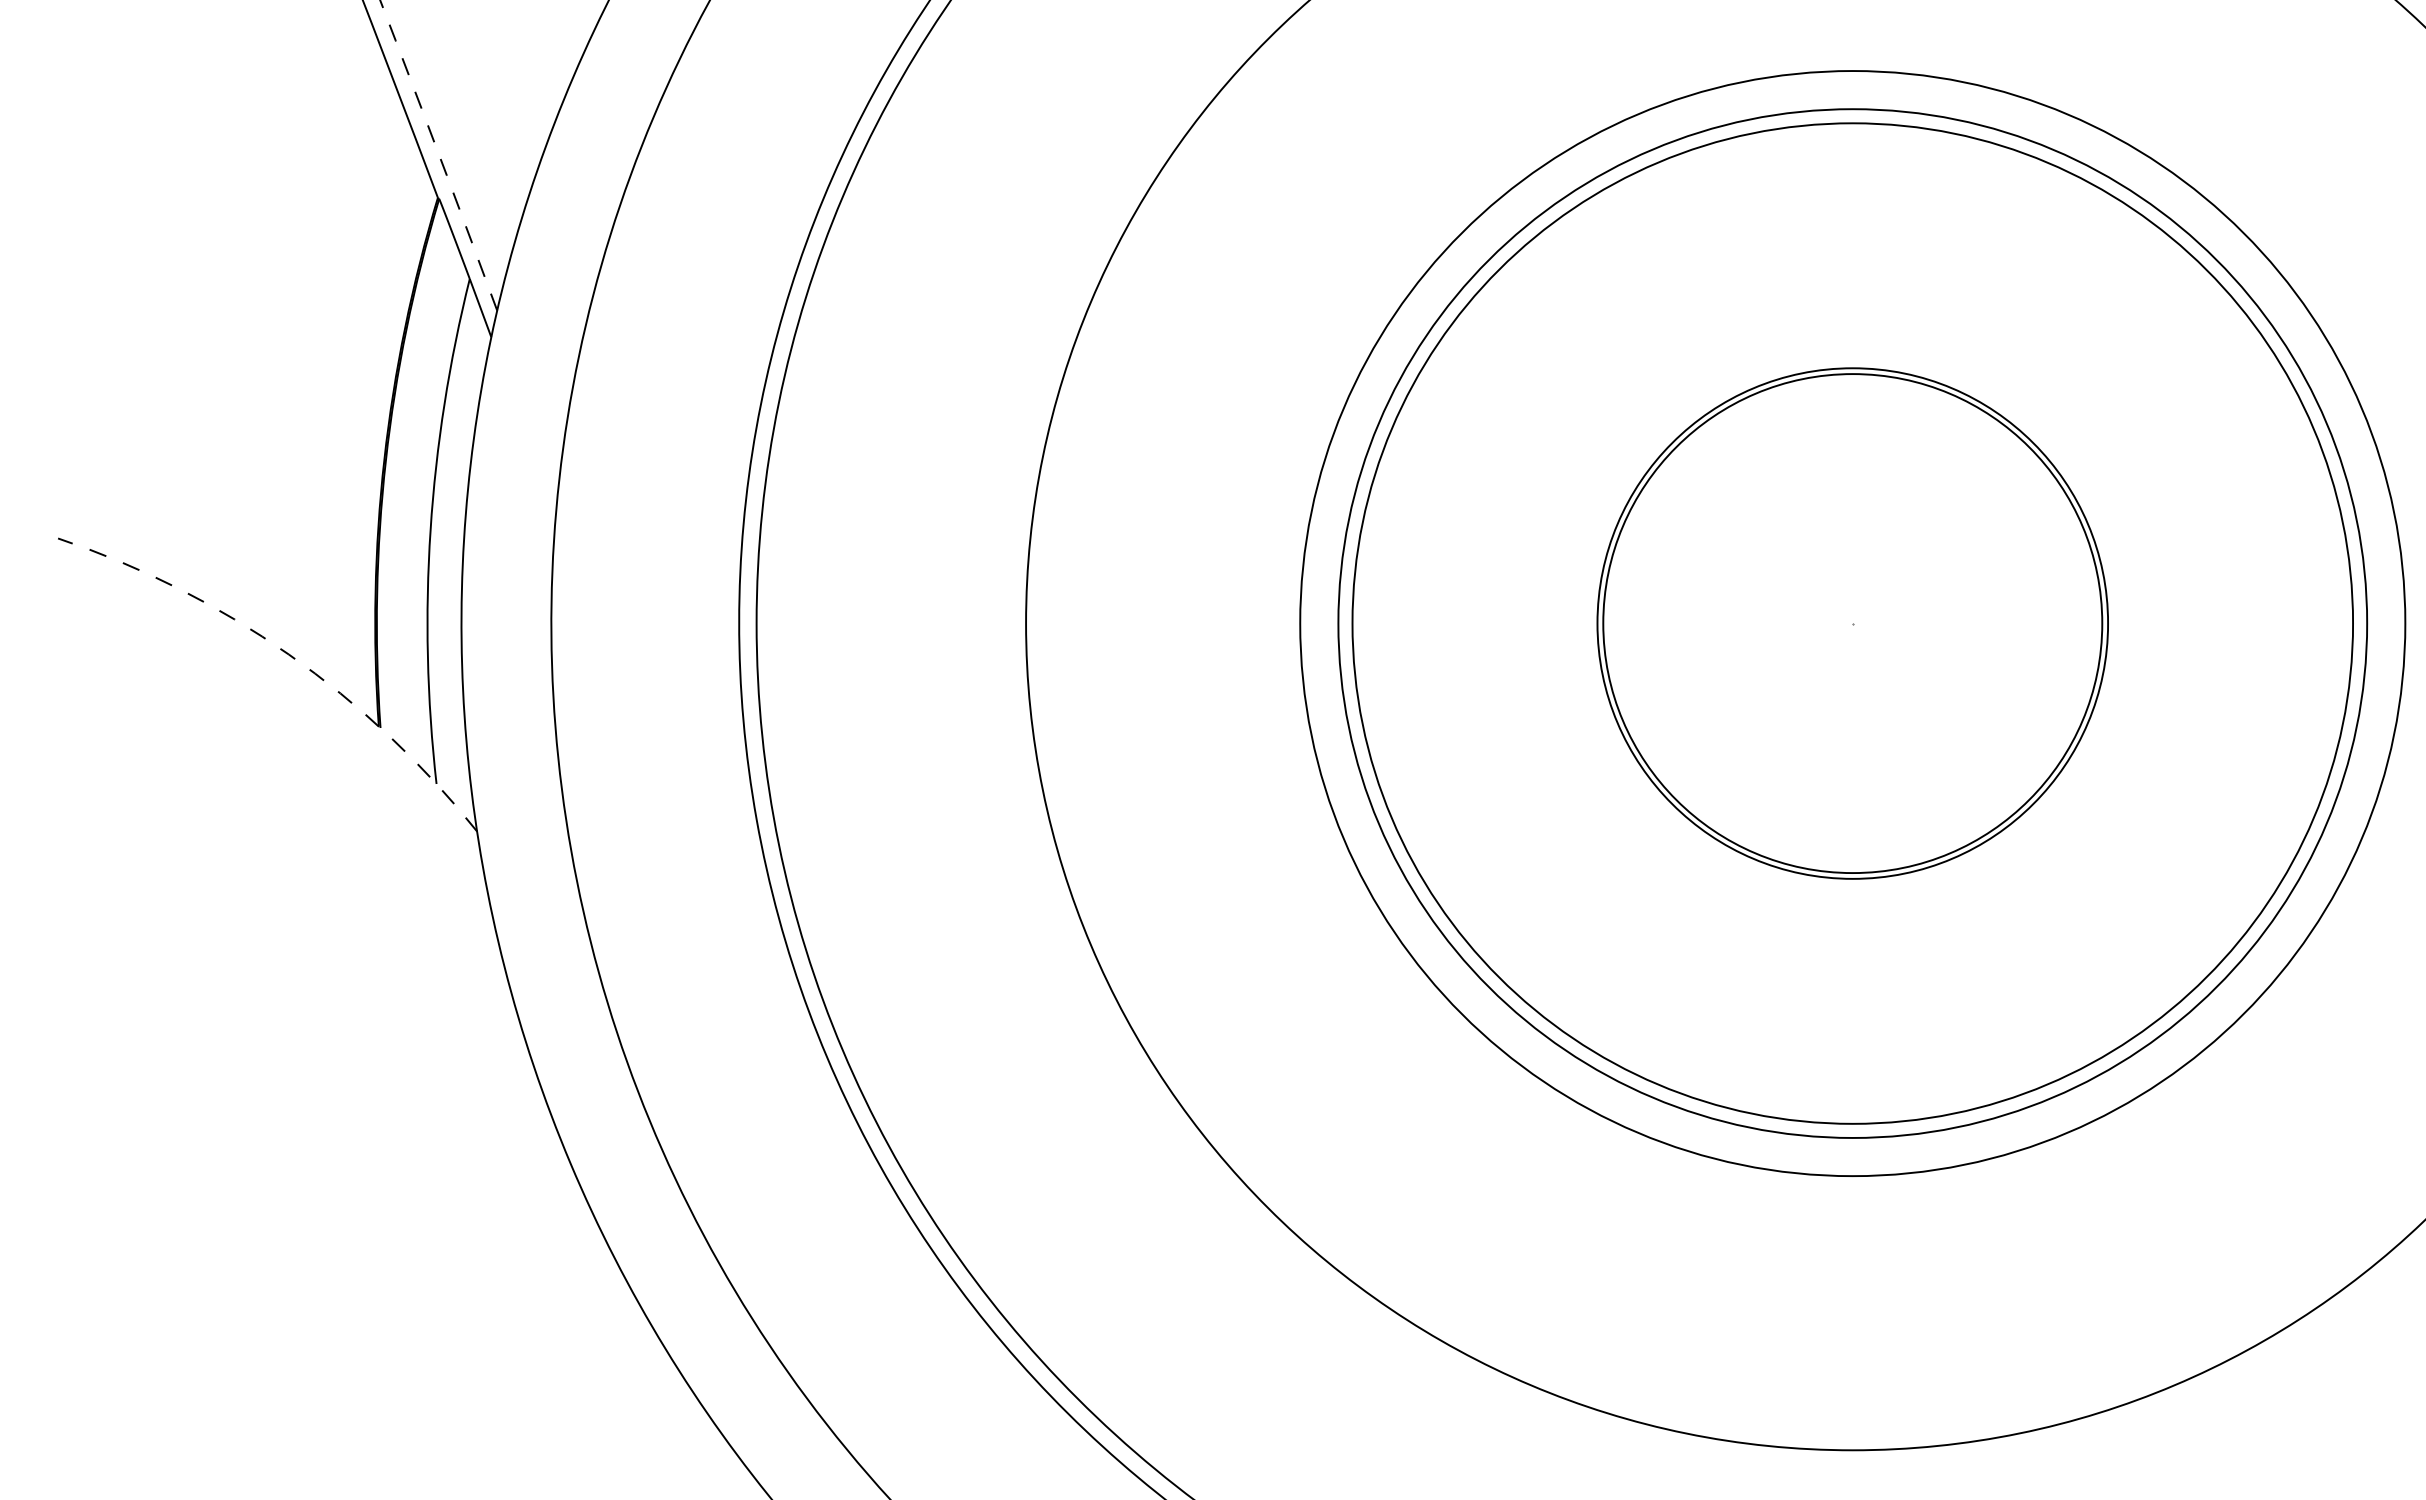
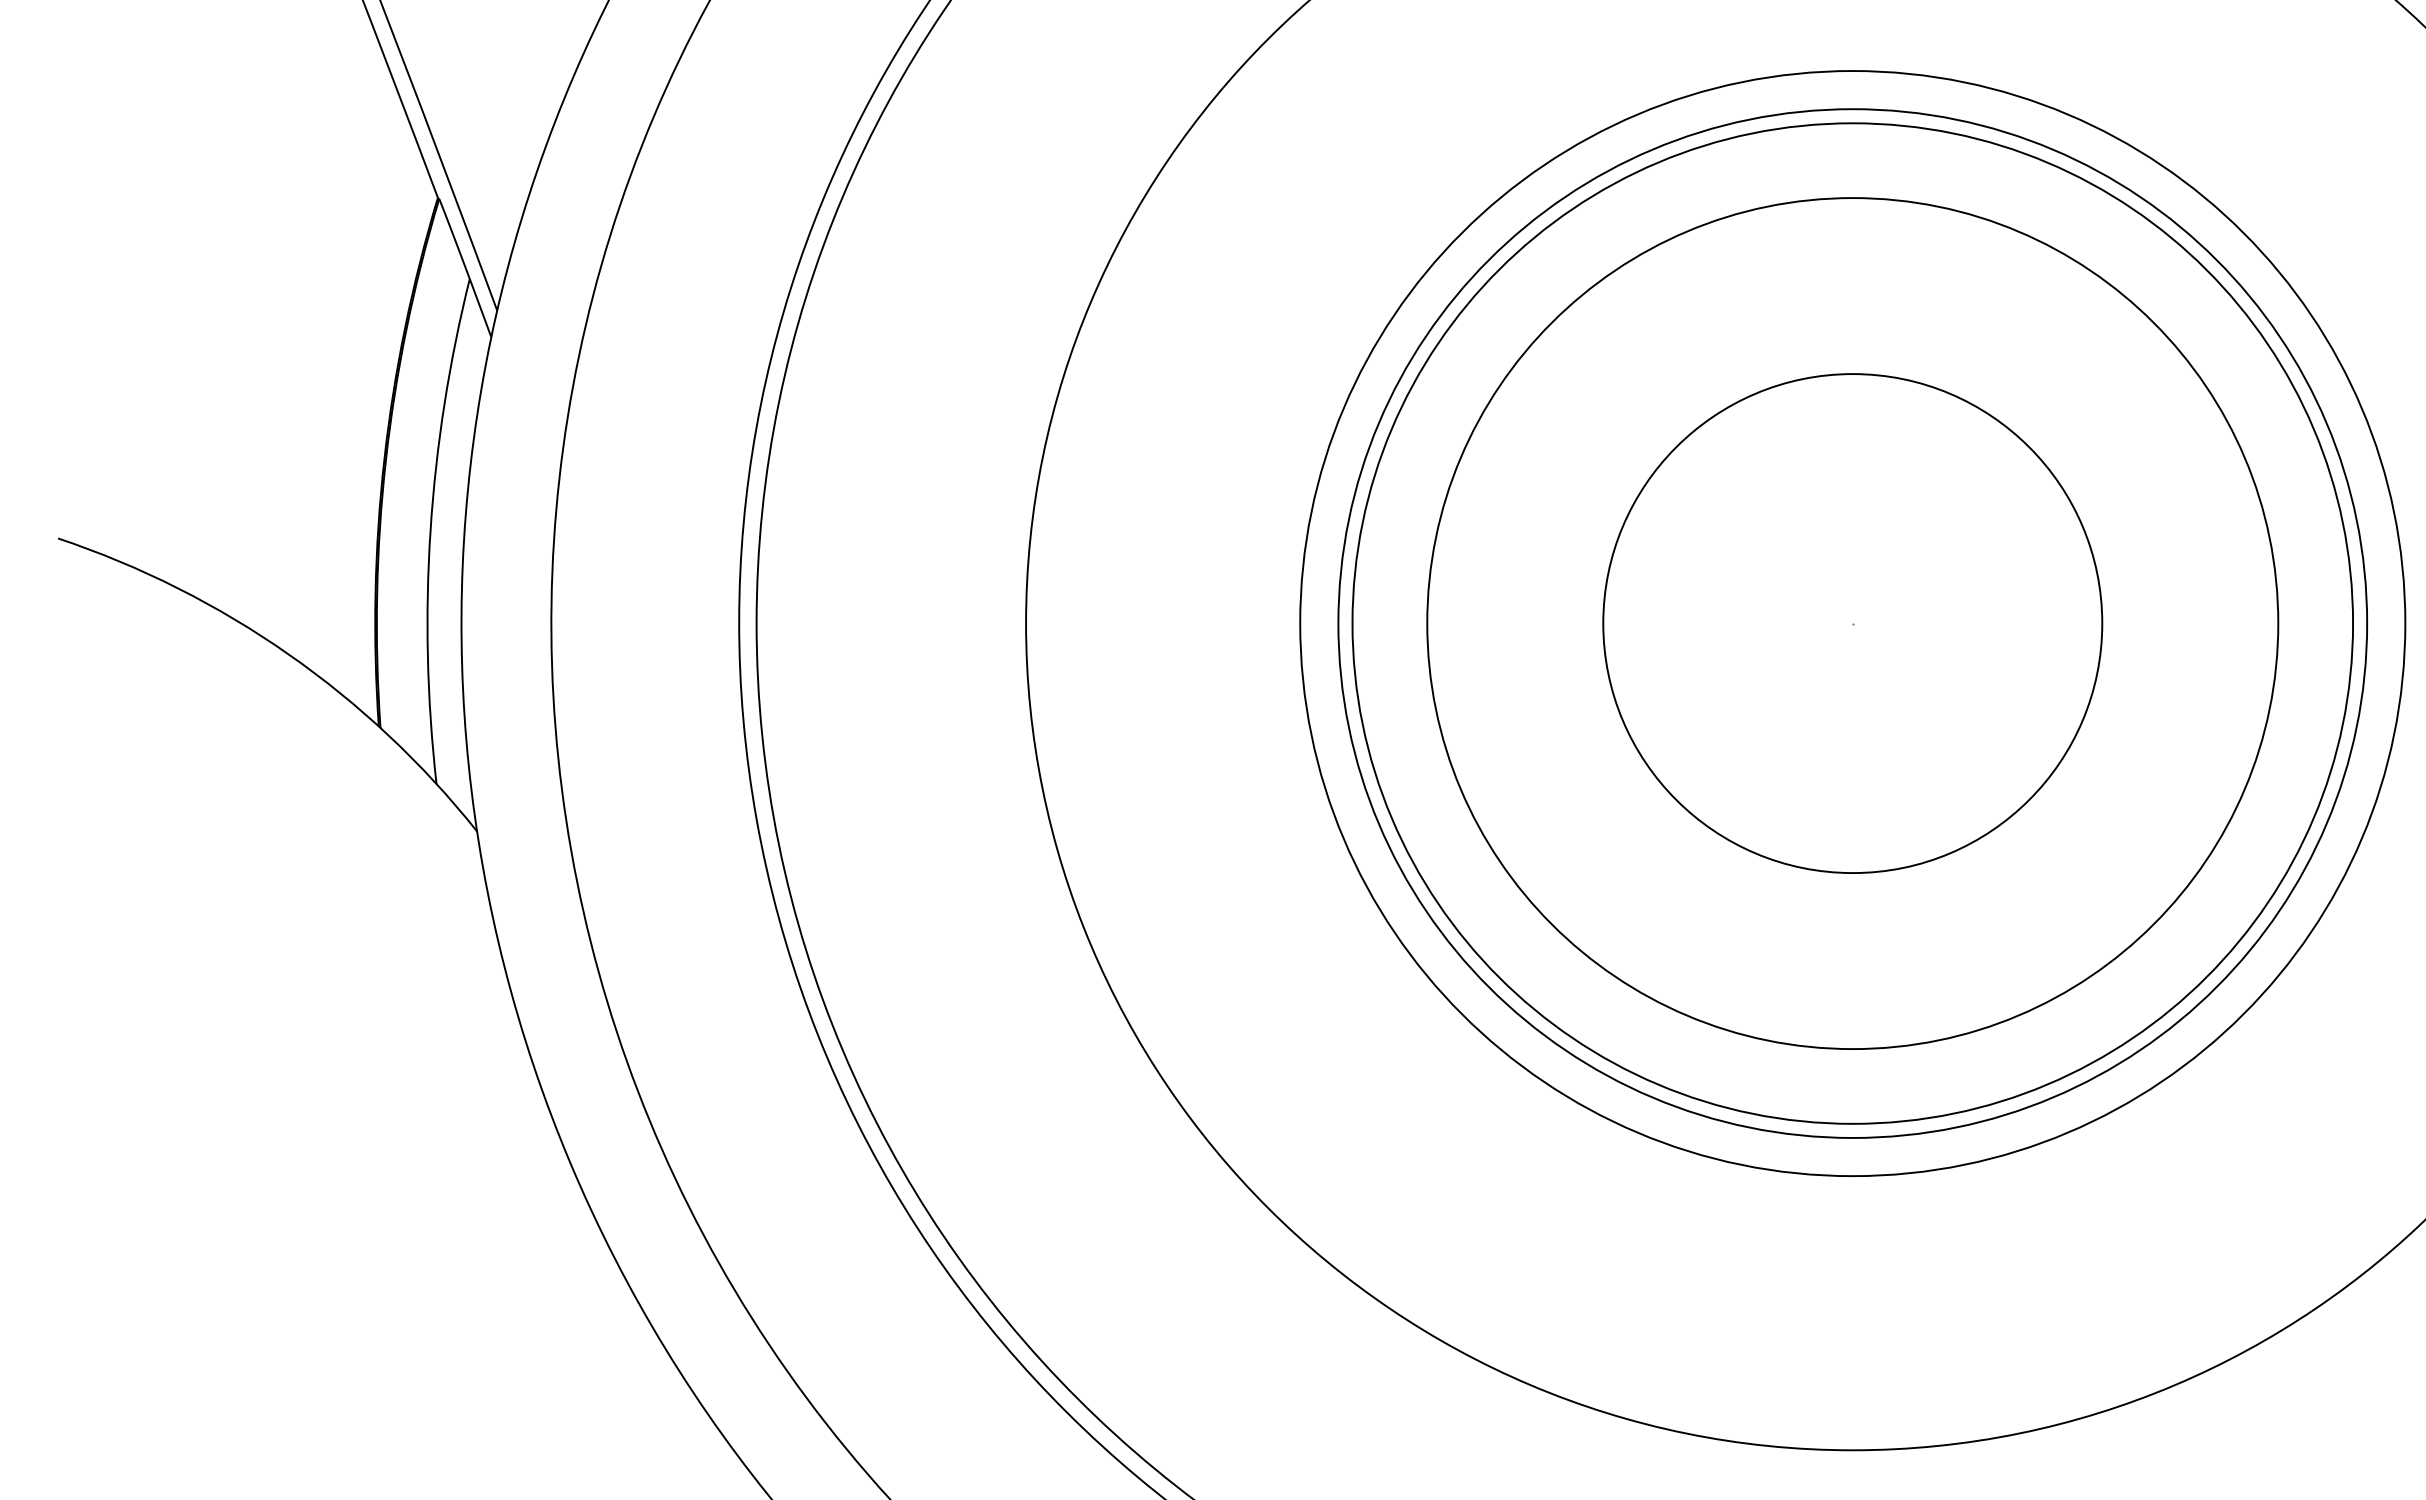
arc at (439, 155): dashed -> solid
circle at (1852, 623) diameter: 511 px -> 851 px
arc at (288, 654): dashed -> solid
